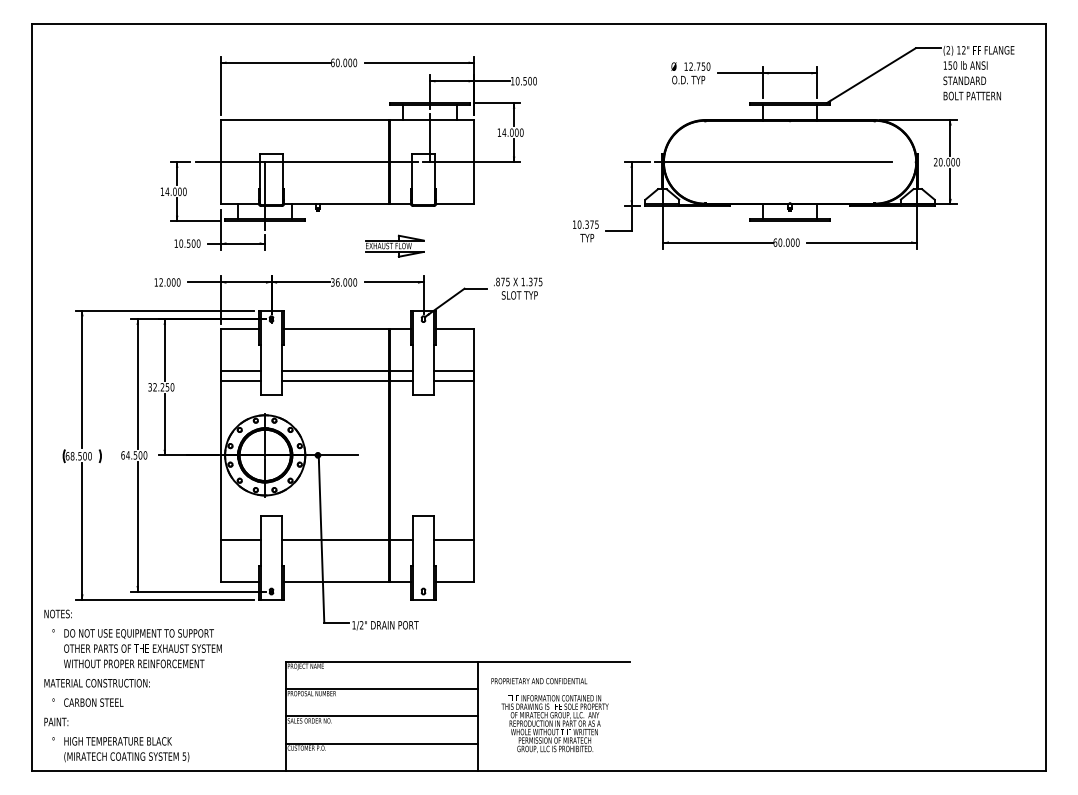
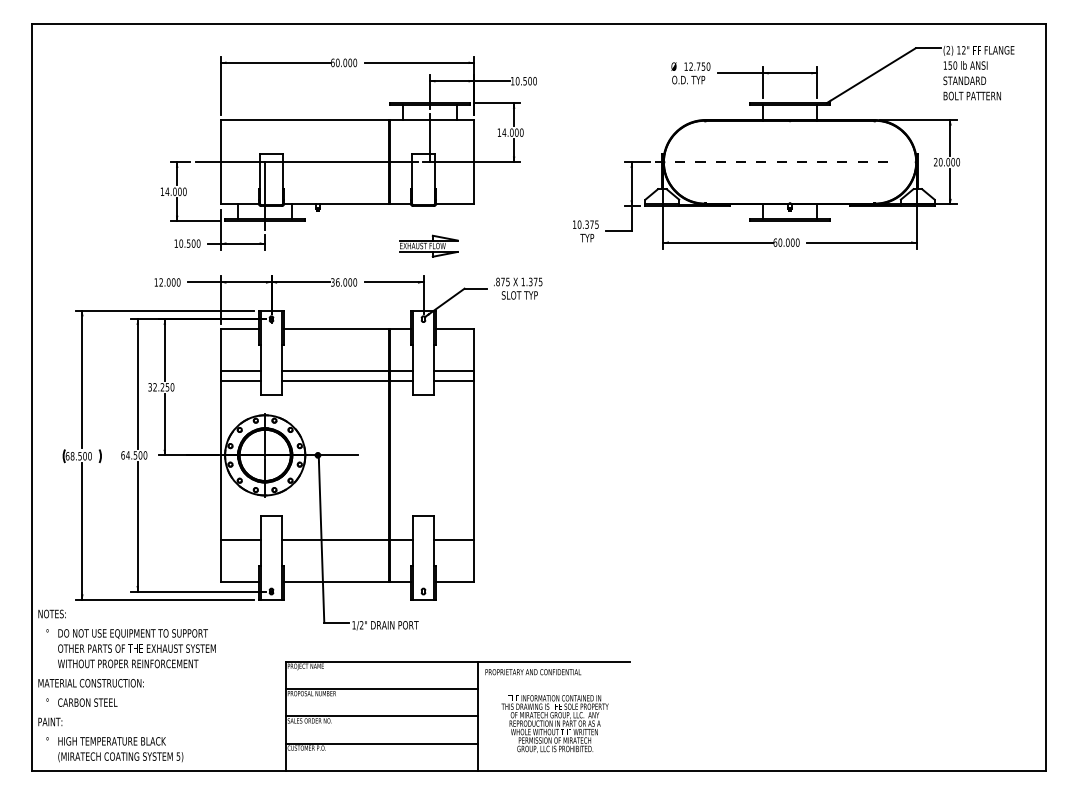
line at (773, 162): solid -> dashed
part at (394, 245) position: (394, 245) -> (428, 245)
text at (539, 681) position: (539, 681) -> (533, 672)
text at (132, 685) position: (132, 685) -> (126, 685)
